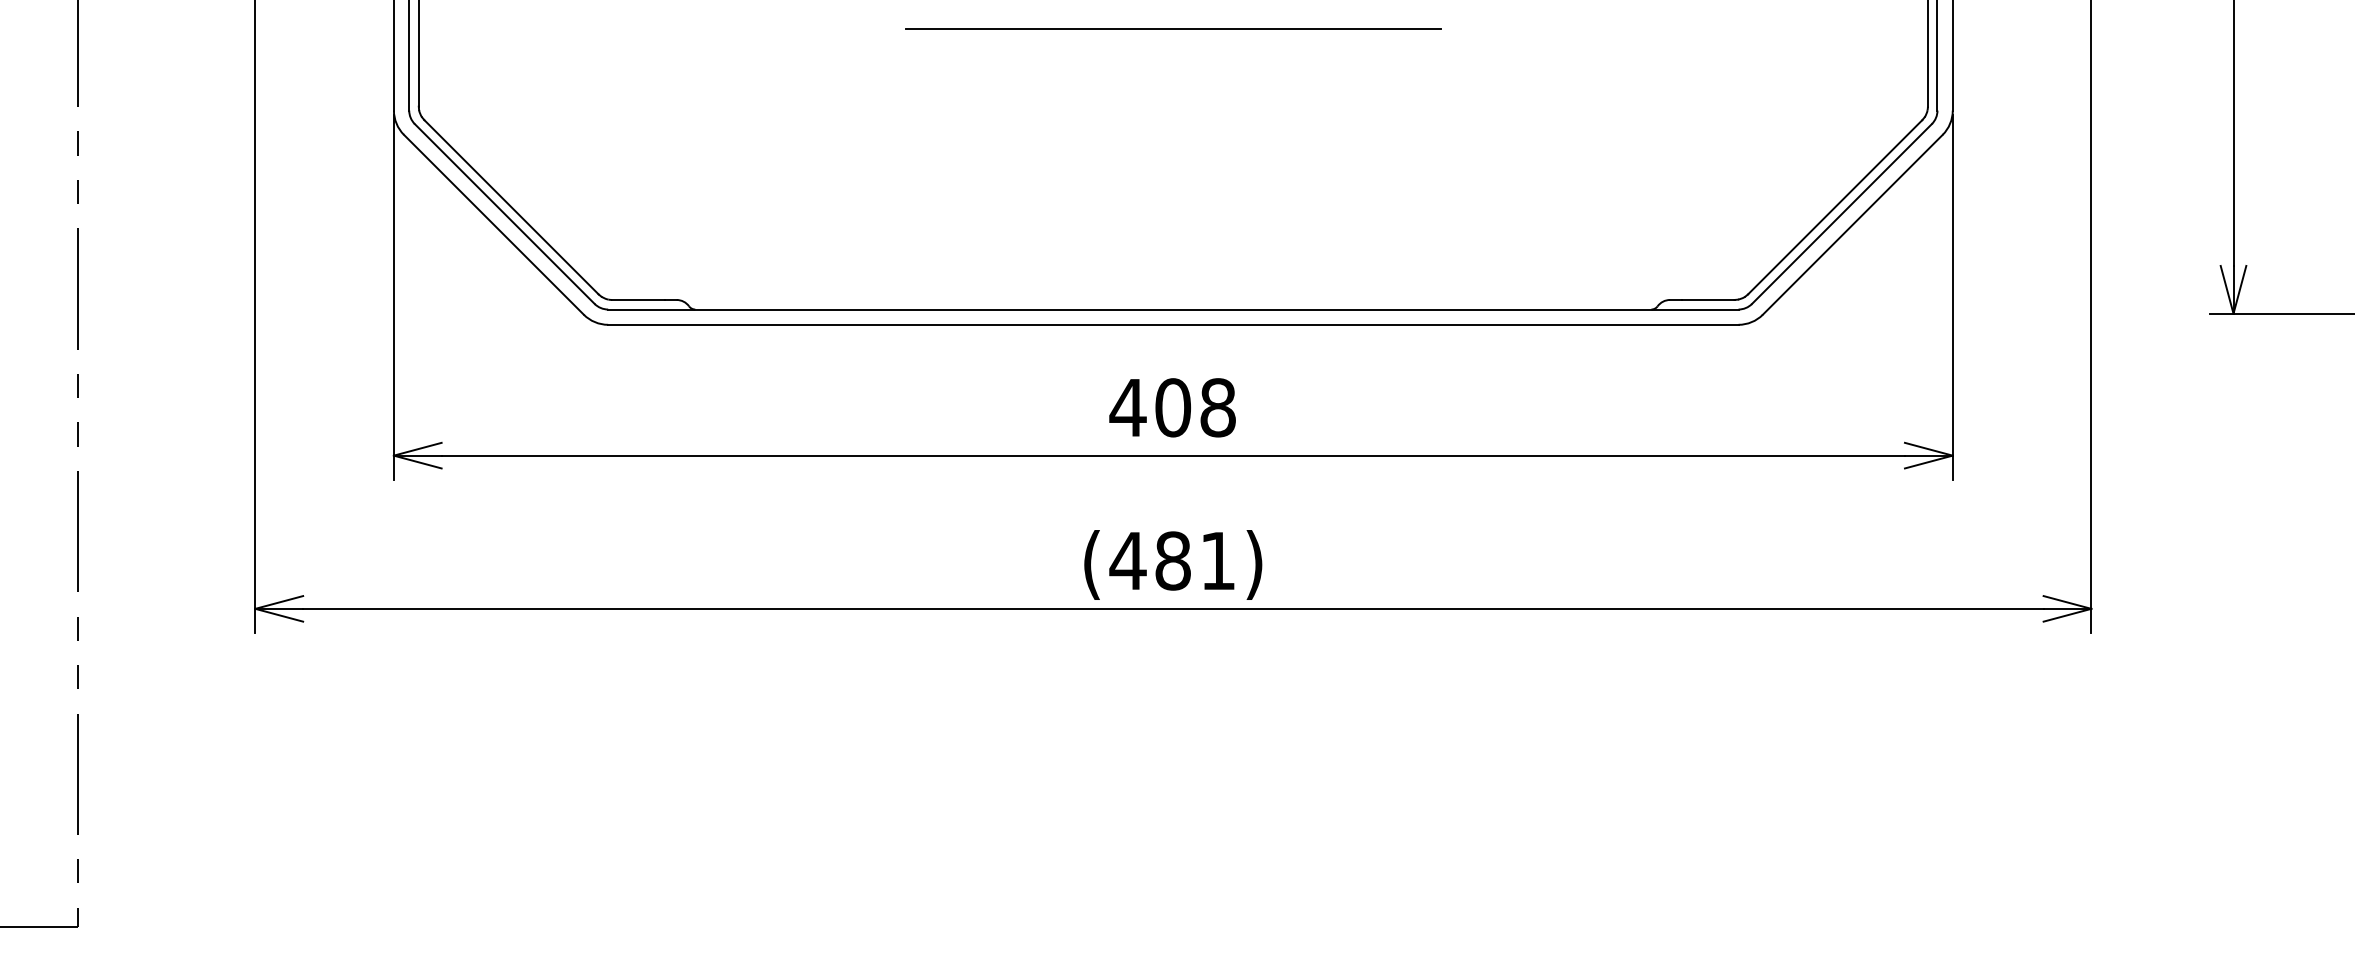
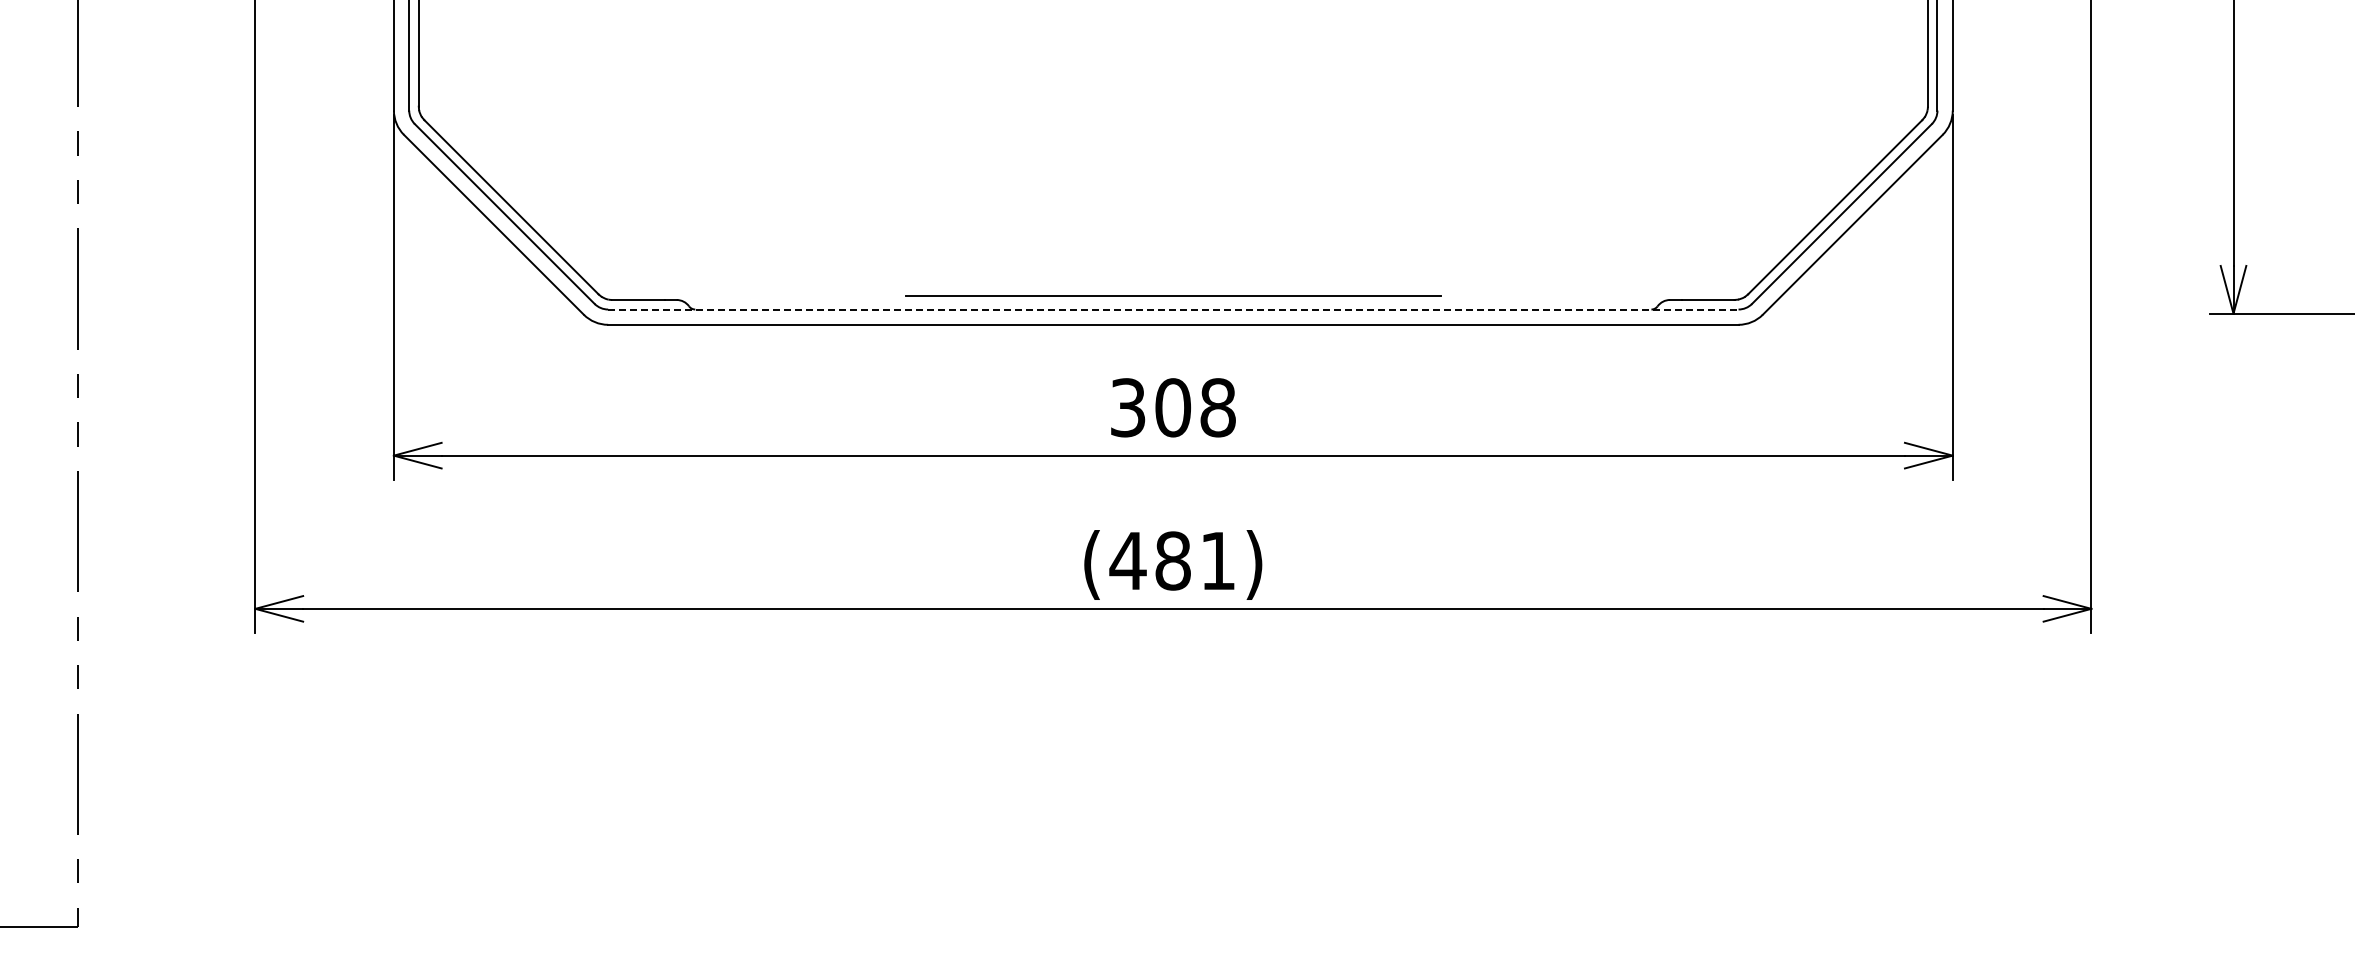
line at (1173, 28) position: (1173, 28) -> (1173, 295)
line at (1173, 309): solid -> dashed
text at (1127, 407): 408 -> 308
